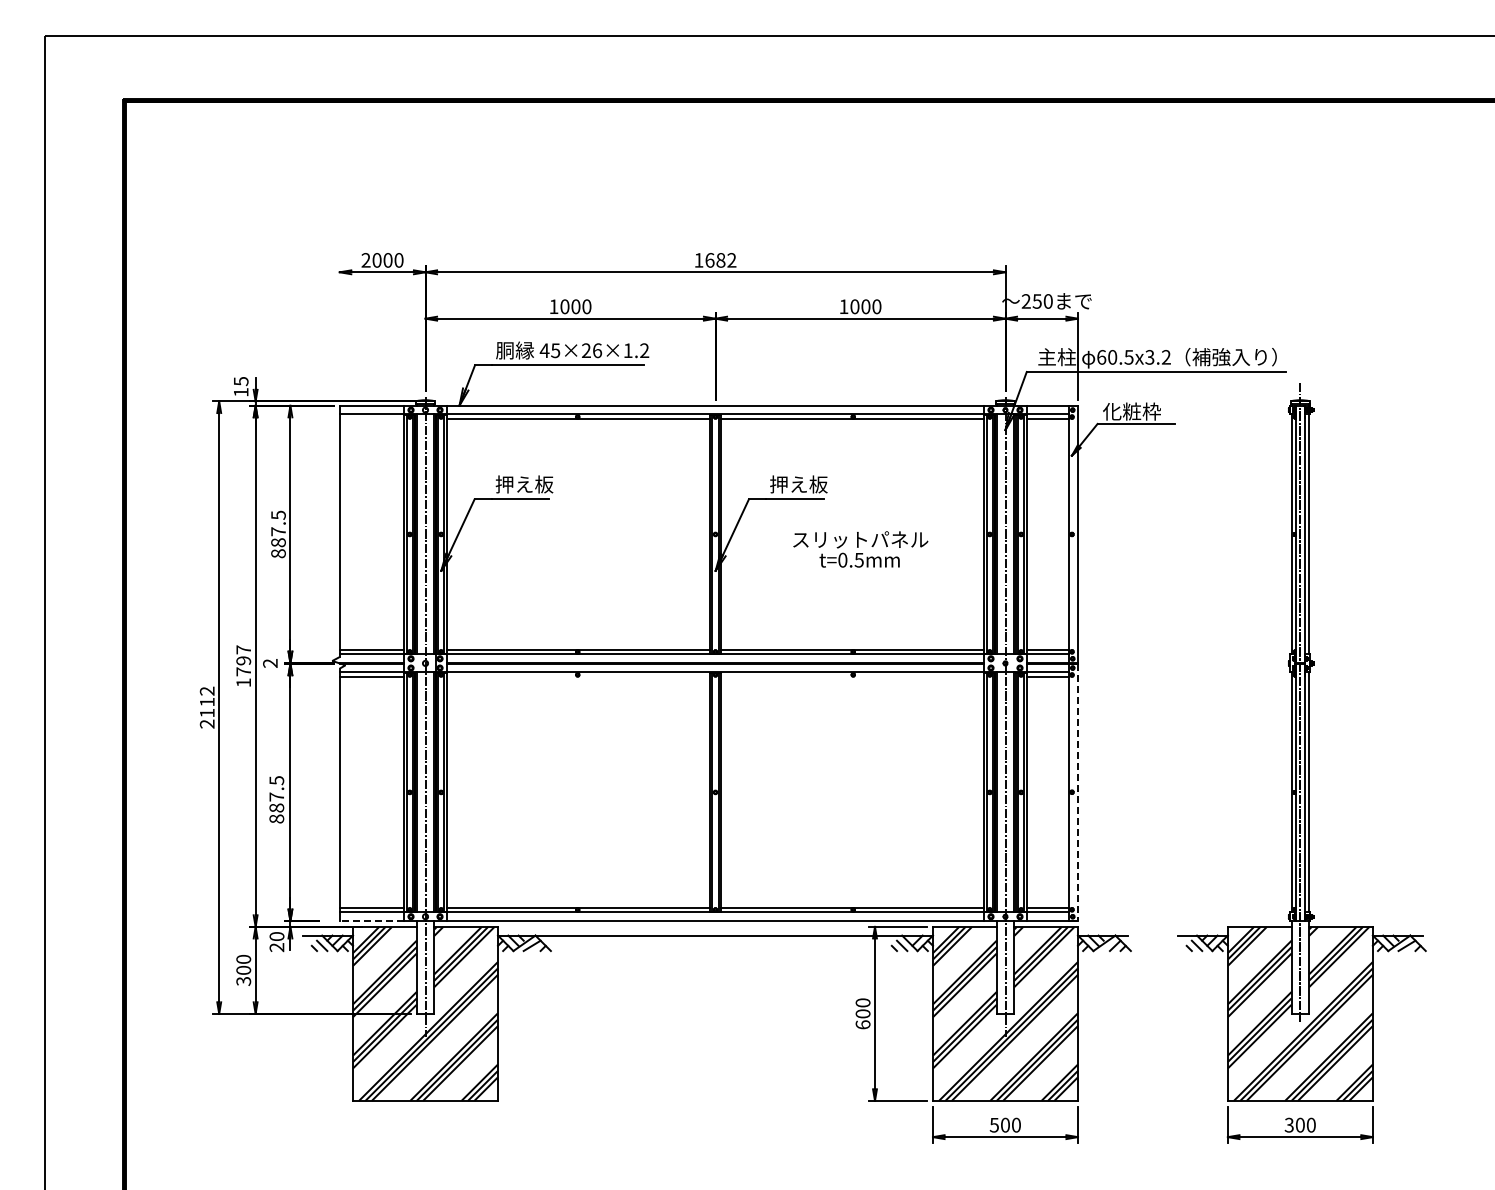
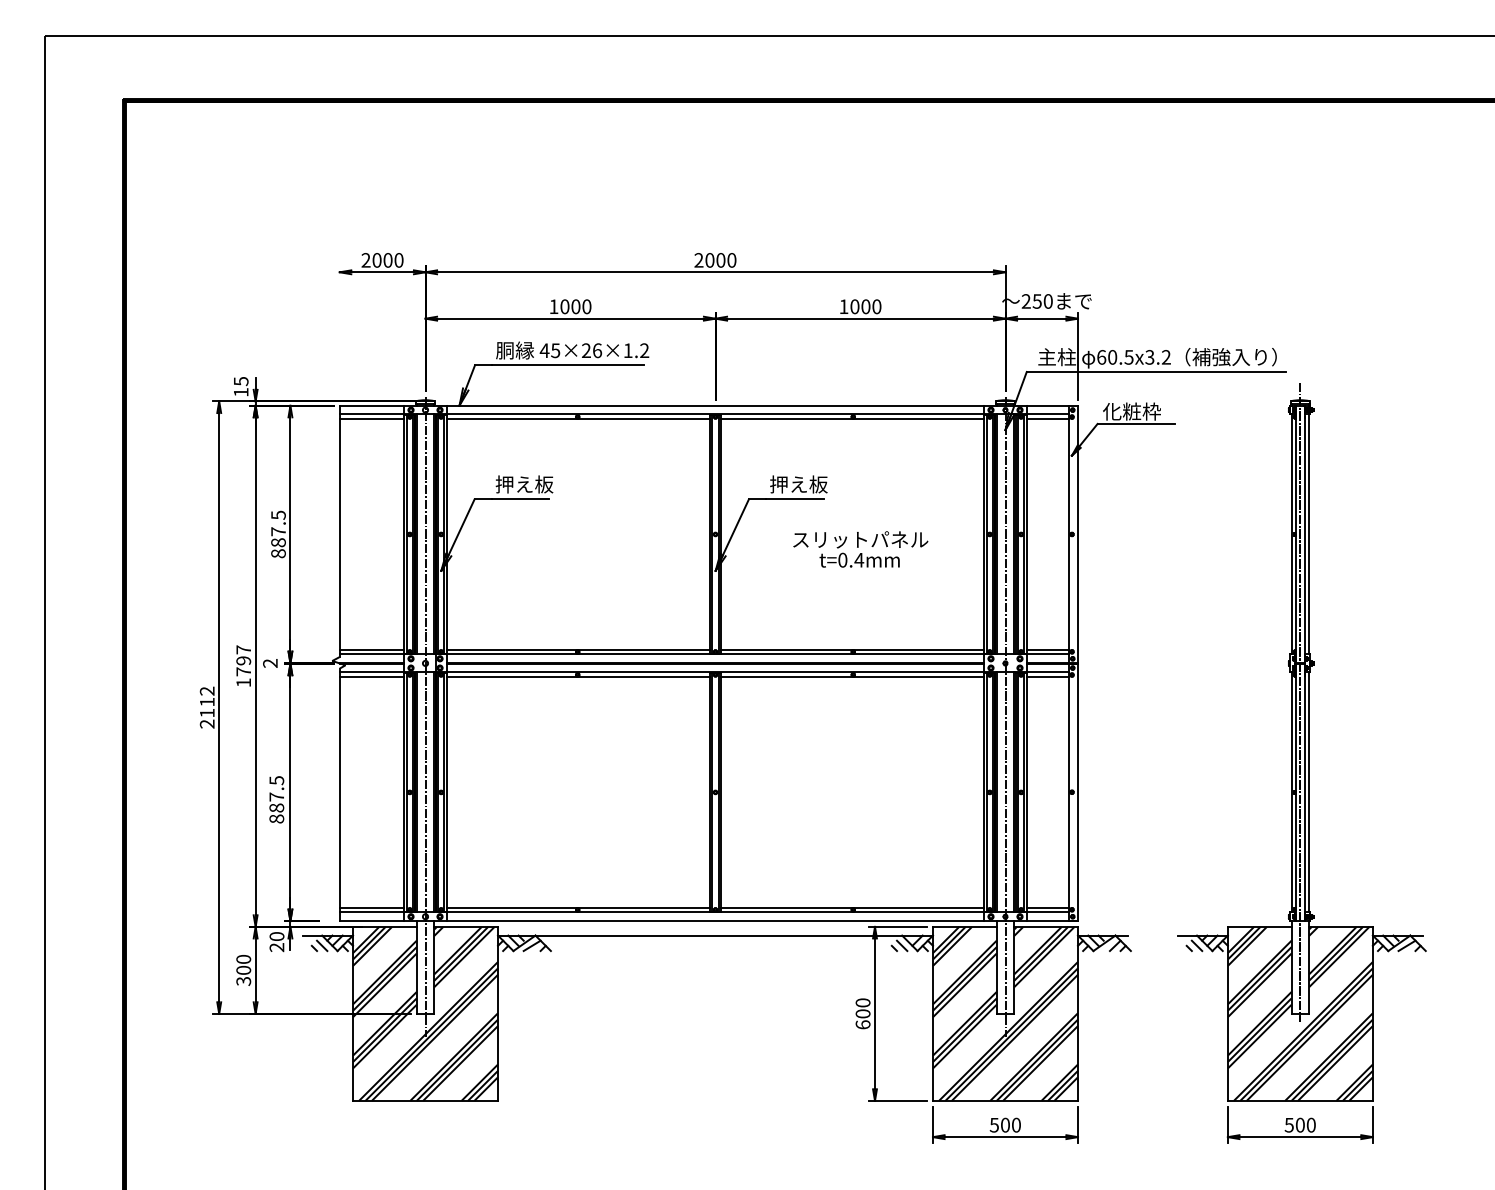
text at (715, 260): 1682 -> 2000
line at (371, 418): none -> present
text at (859, 560): t=0.5mm -> t=0.4mm
line at (578, 676): none -> present
line at (852, 676): none -> present
line at (1078, 792): dashed -> solid
line at (371, 921): dashed -> solid
text at (1289, 1124): 300 -> 500
